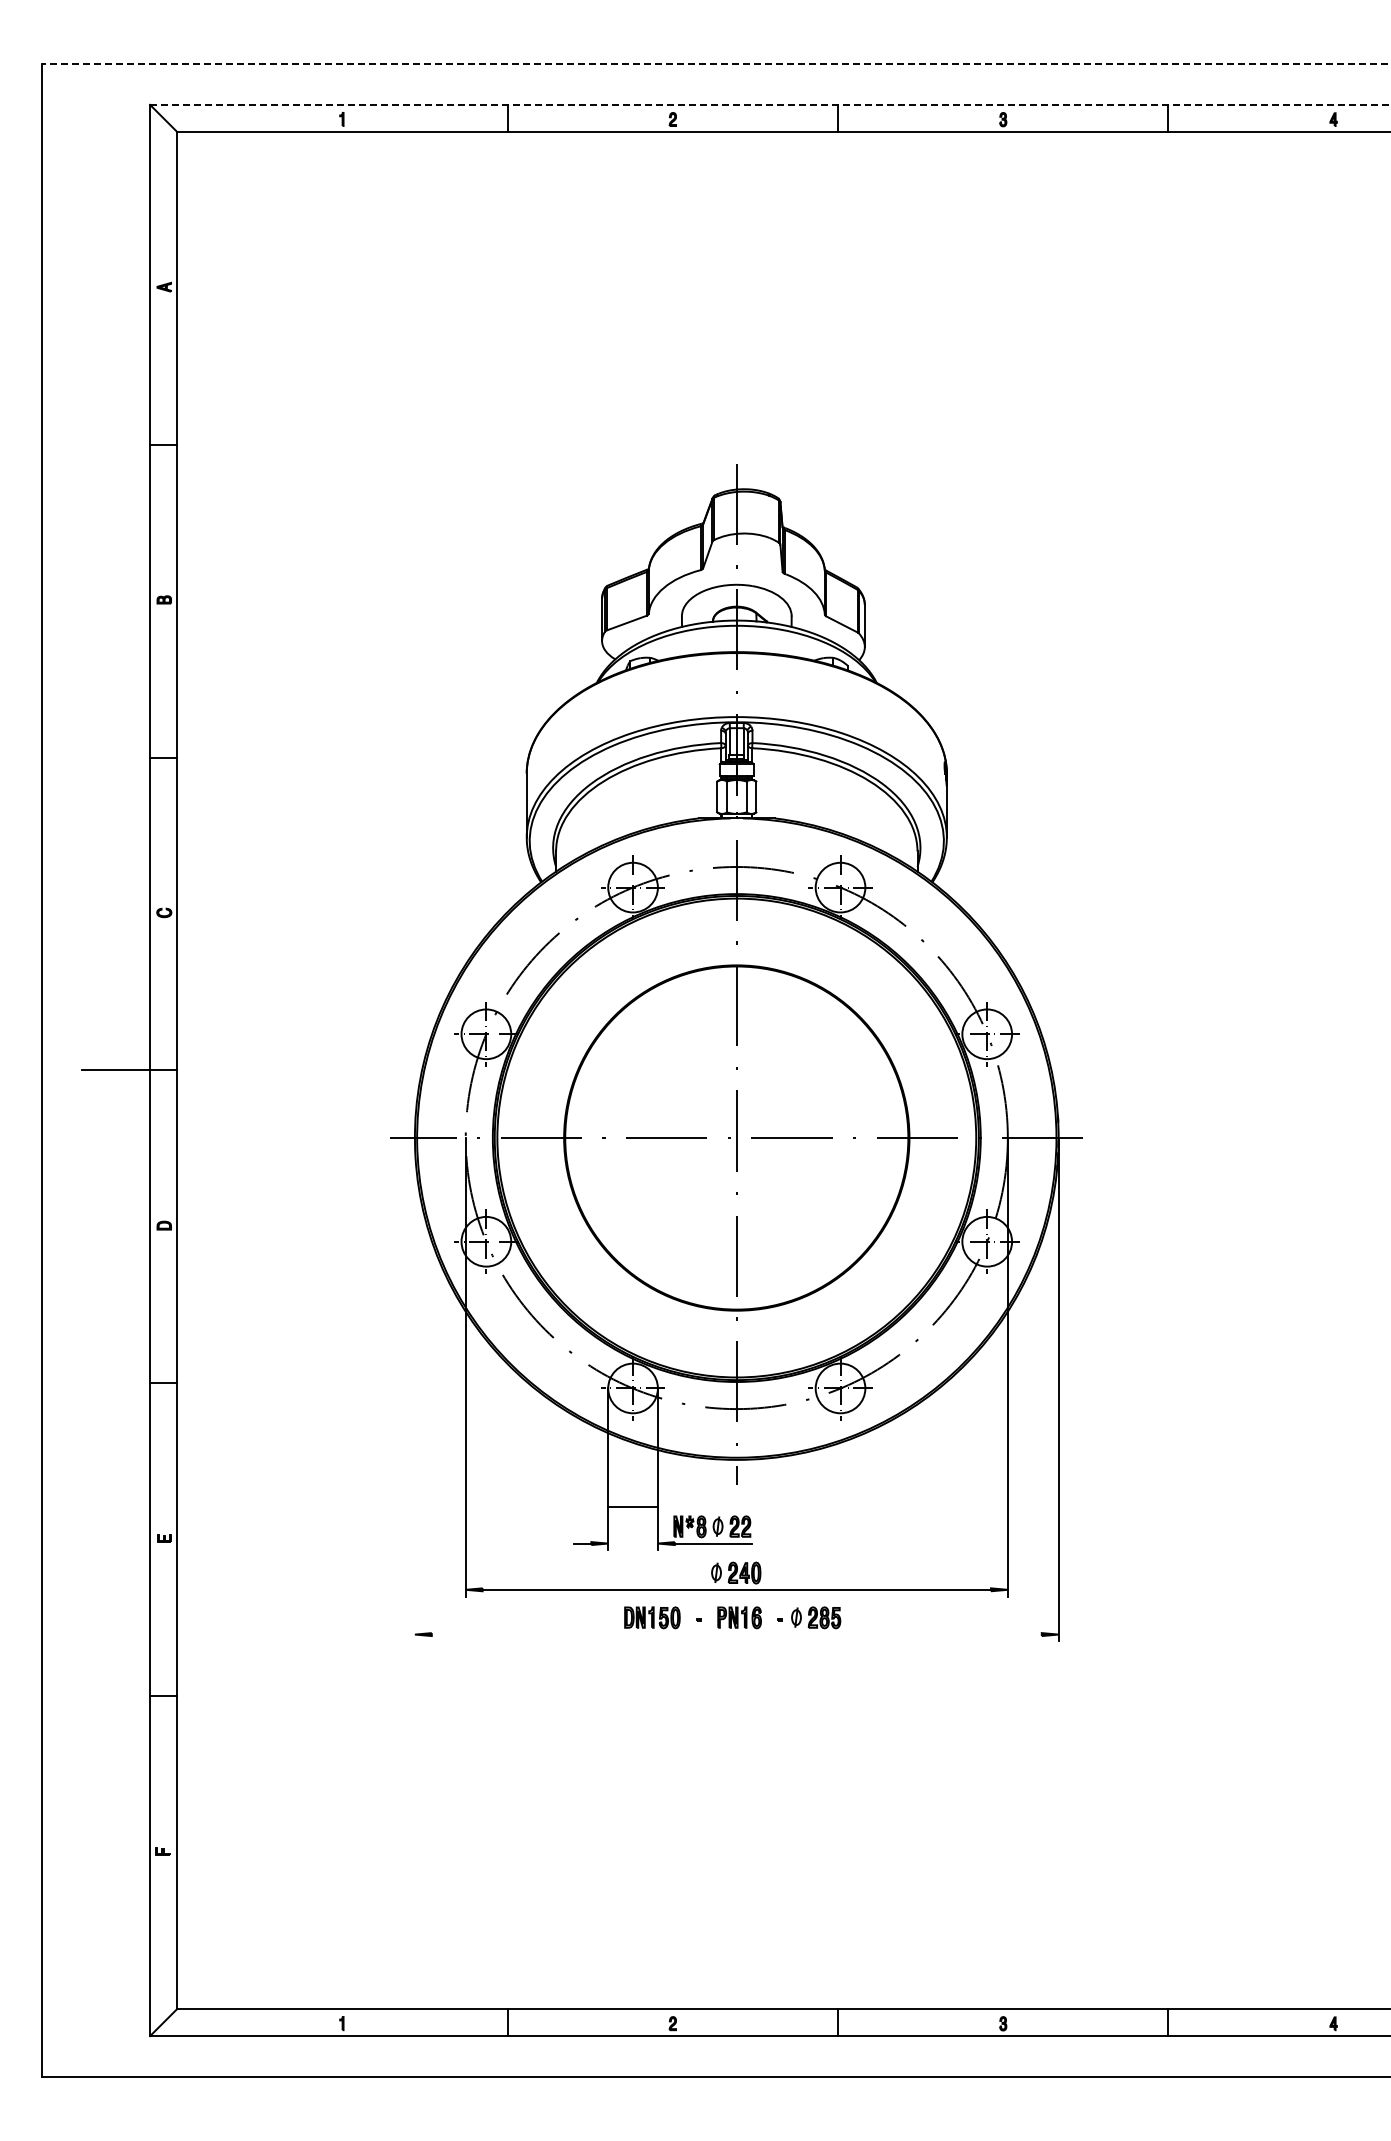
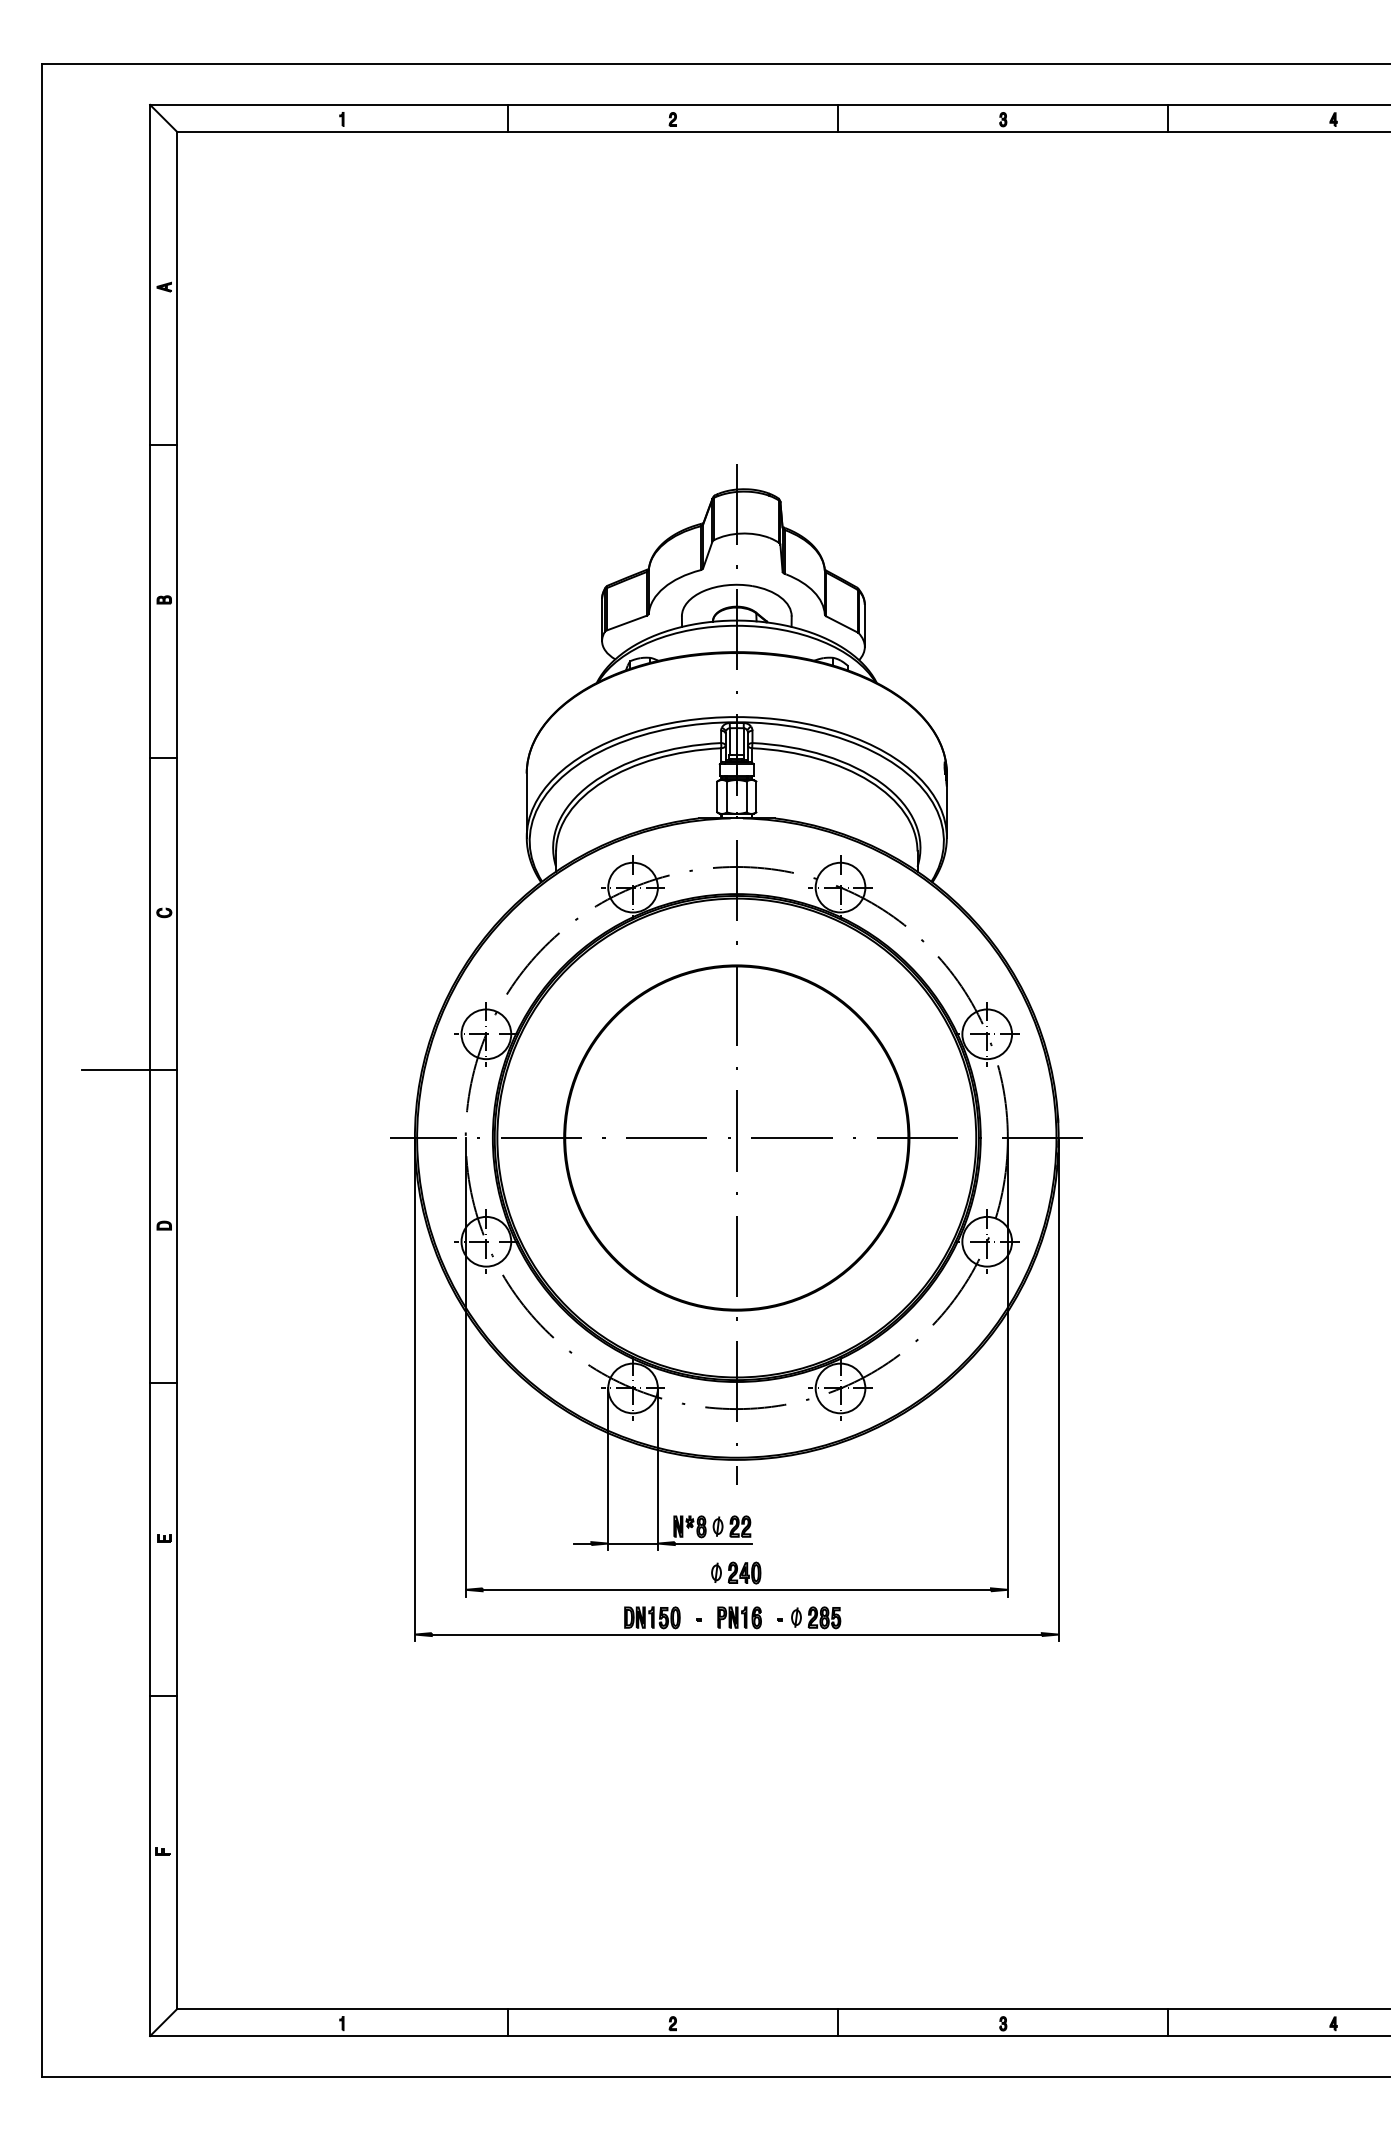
line at (716, 64): dashed -> solid
line at (770, 104): dashed -> solid
line at (414, 1389): none -> present
line at (632, 1506) position: (632, 1506) -> (632, 1543)
line at (736, 1634): none -> present
